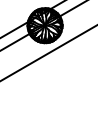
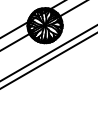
line at (48, 60): none -> present
